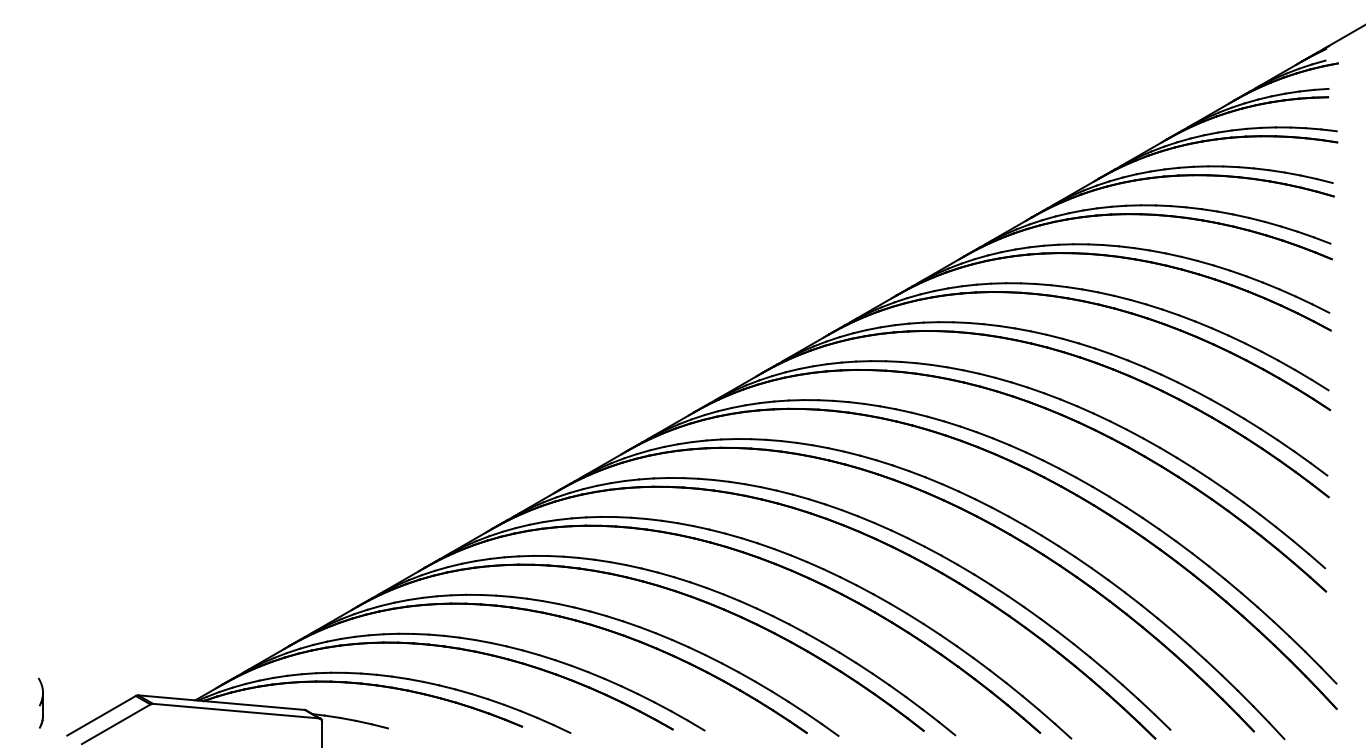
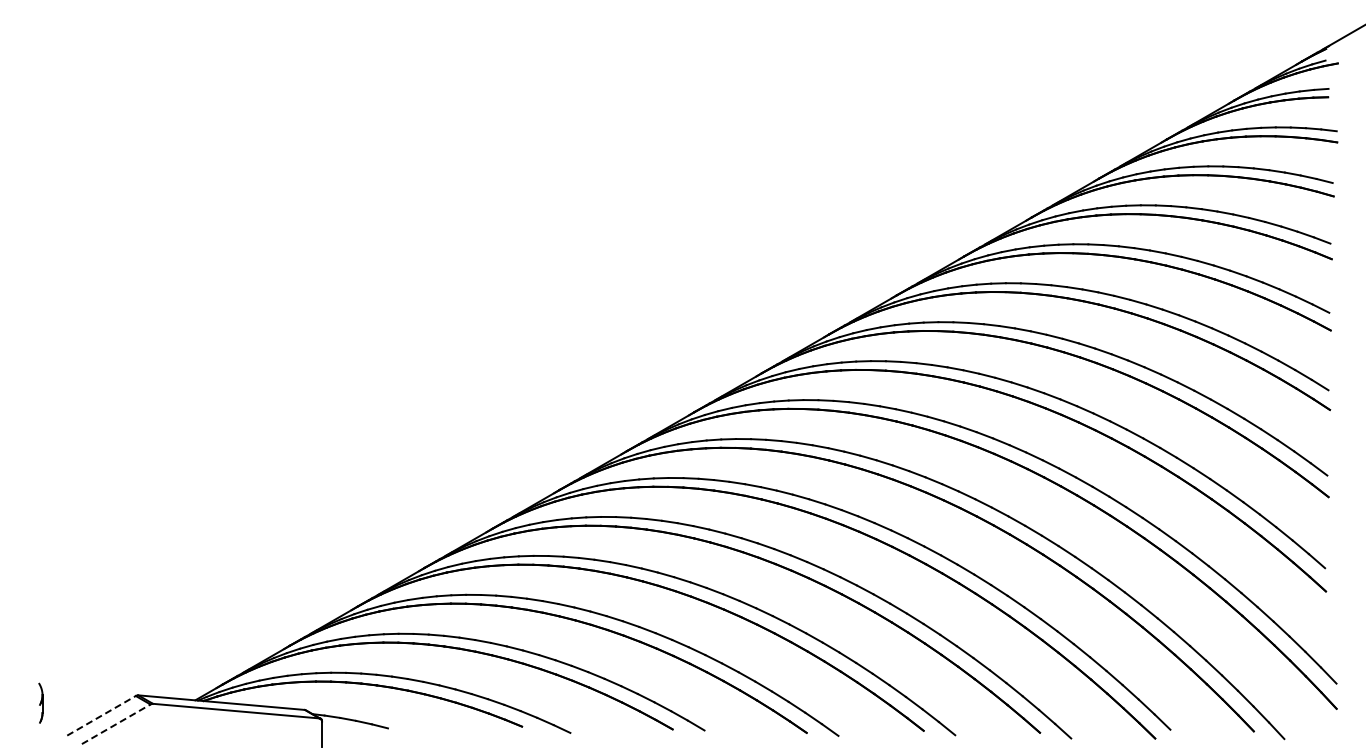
part at (40, 702) size: 7x52 px -> 6x42 px
line at (101, 715): solid -> dashed
line at (116, 724): solid -> dashed
